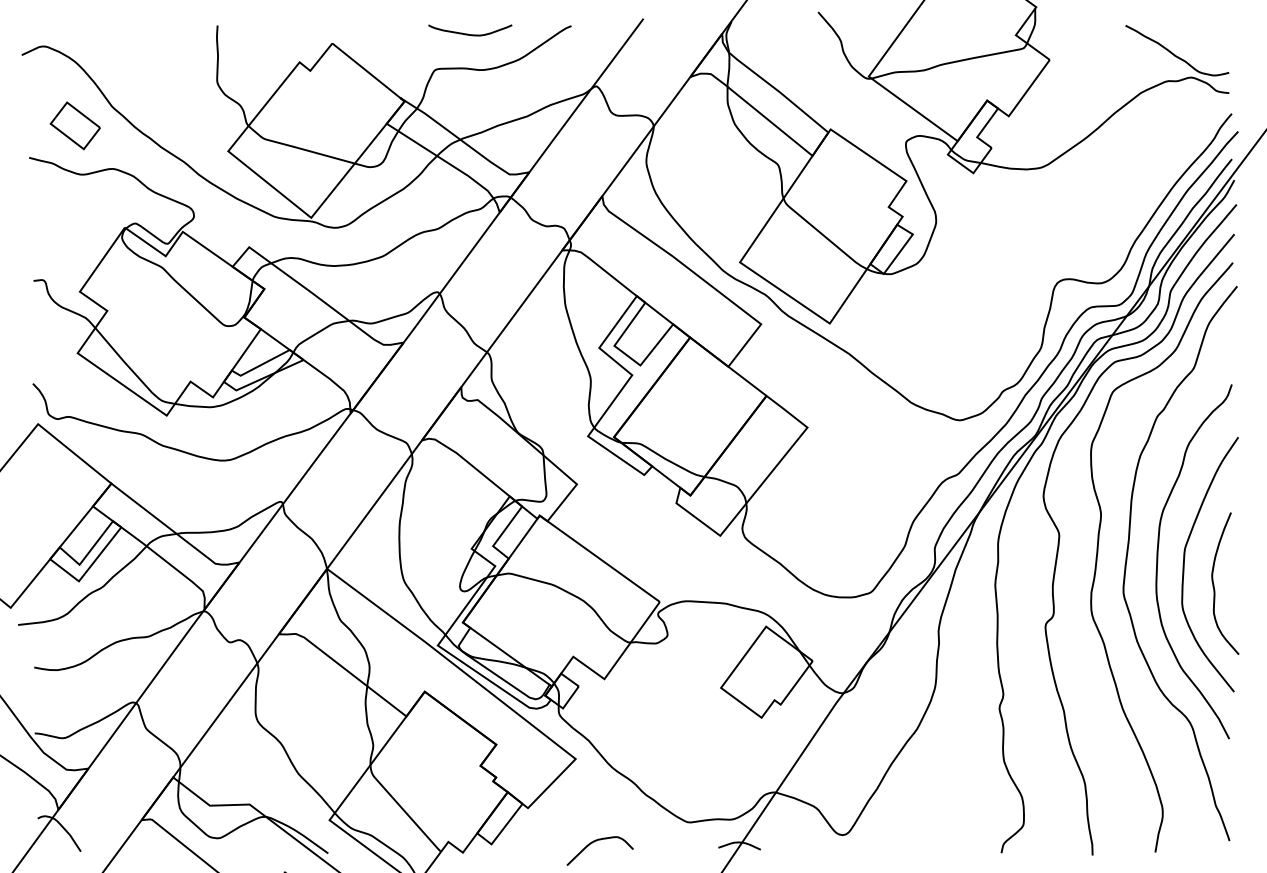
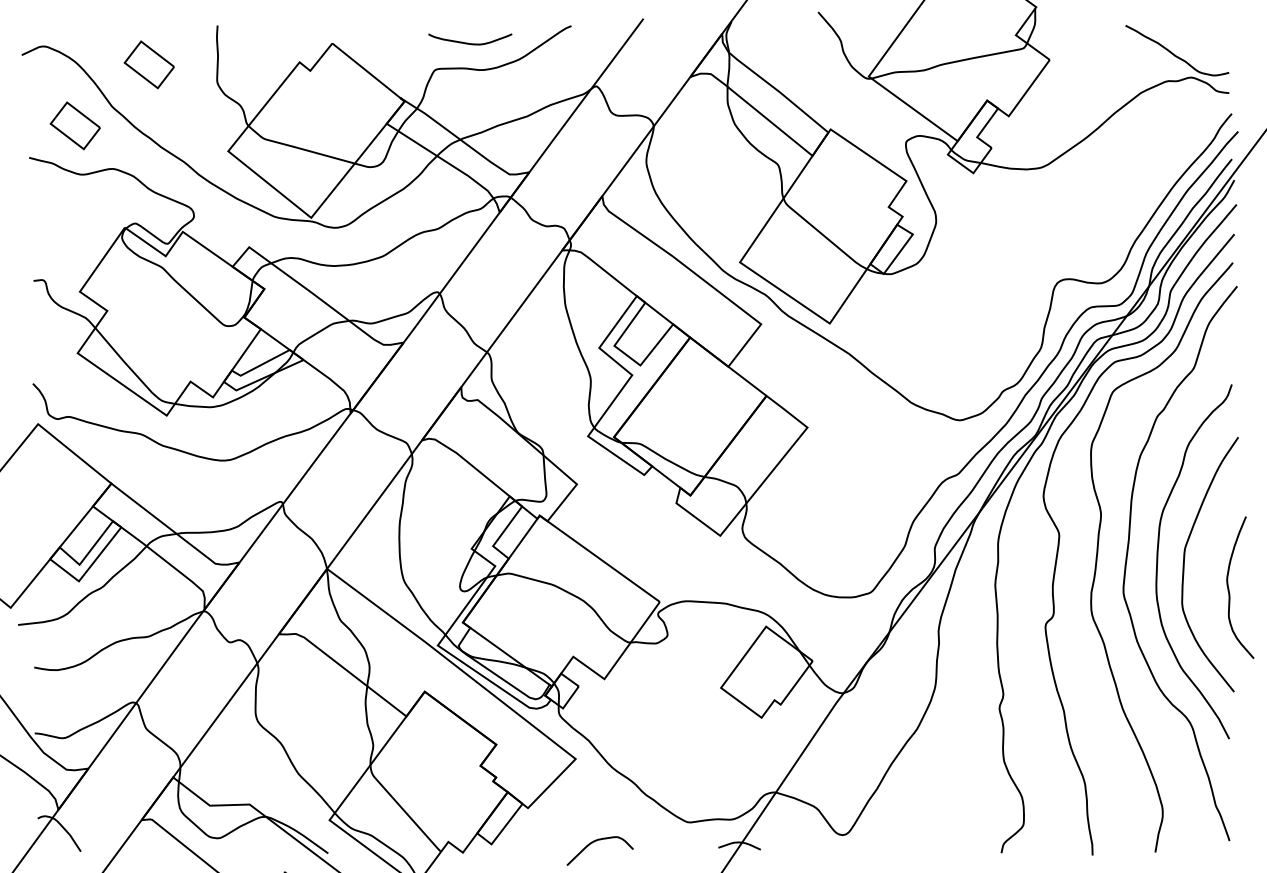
curve at (468, 33) position: (468, 33) -> (468, 42)
part at (148, 64): none -> present
curve at (1214, 584) position: (1214, 584) -> (1229, 588)
